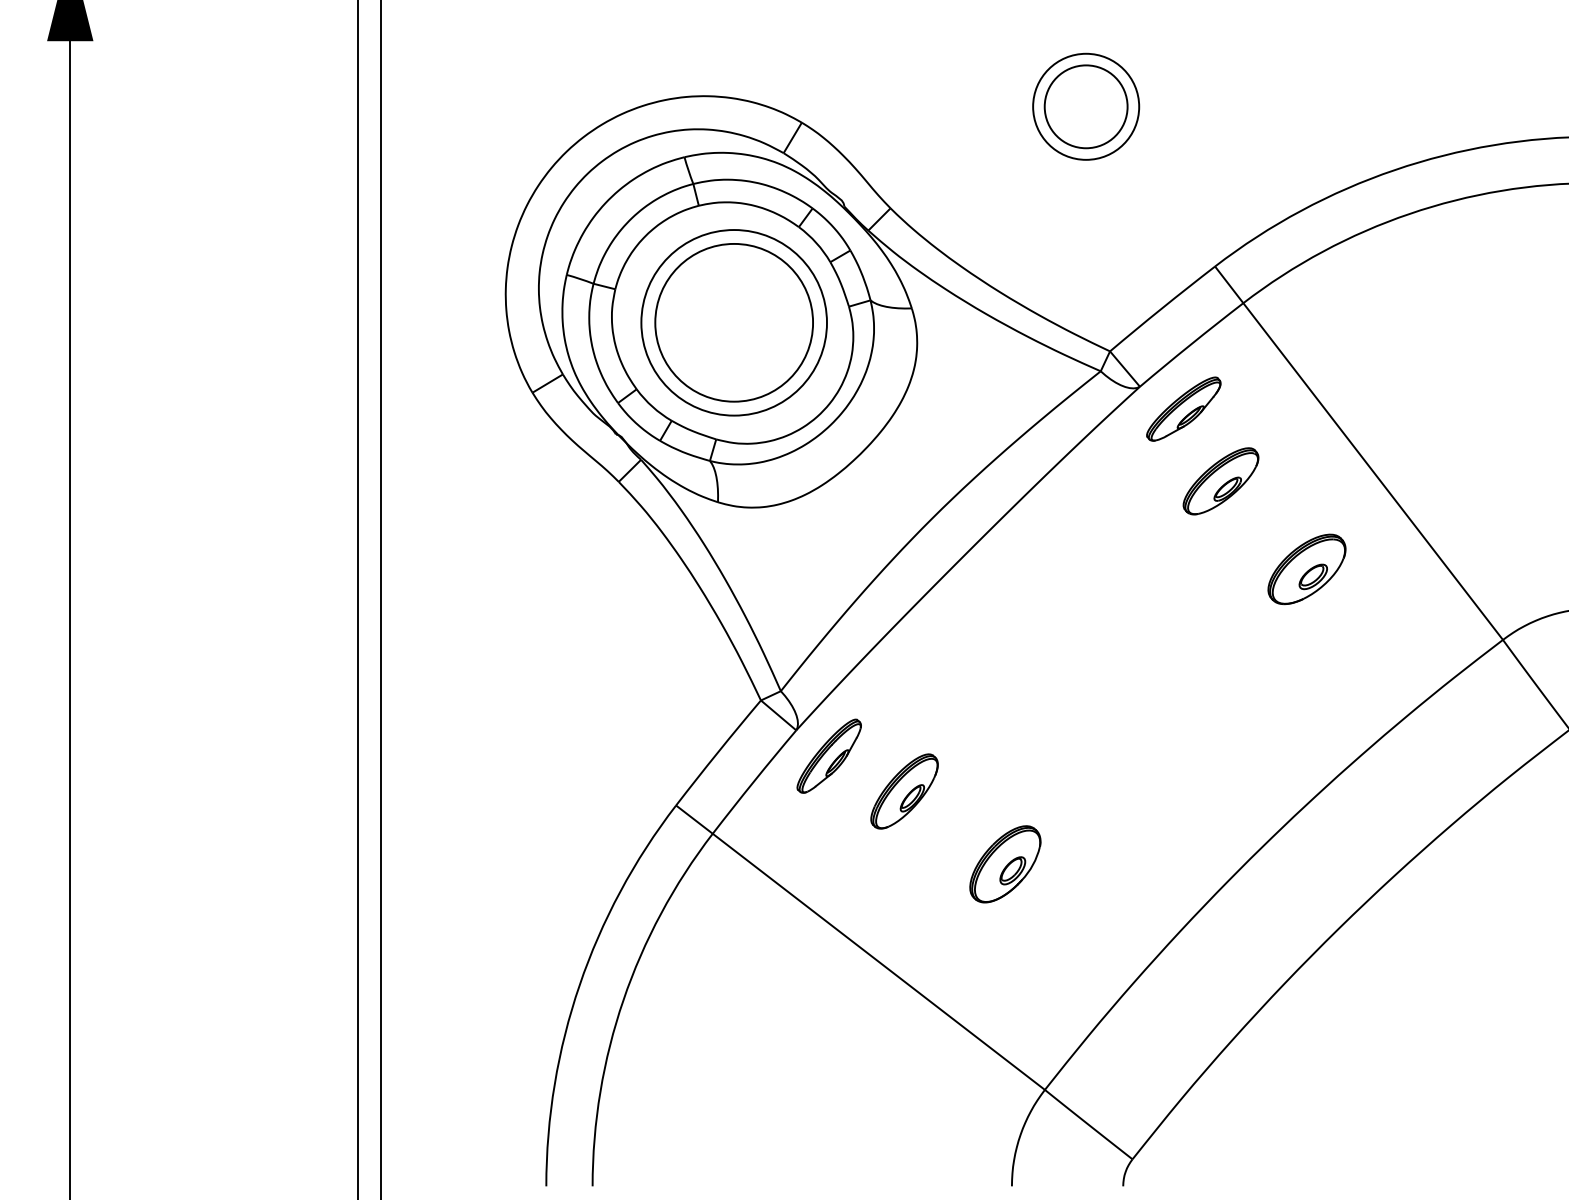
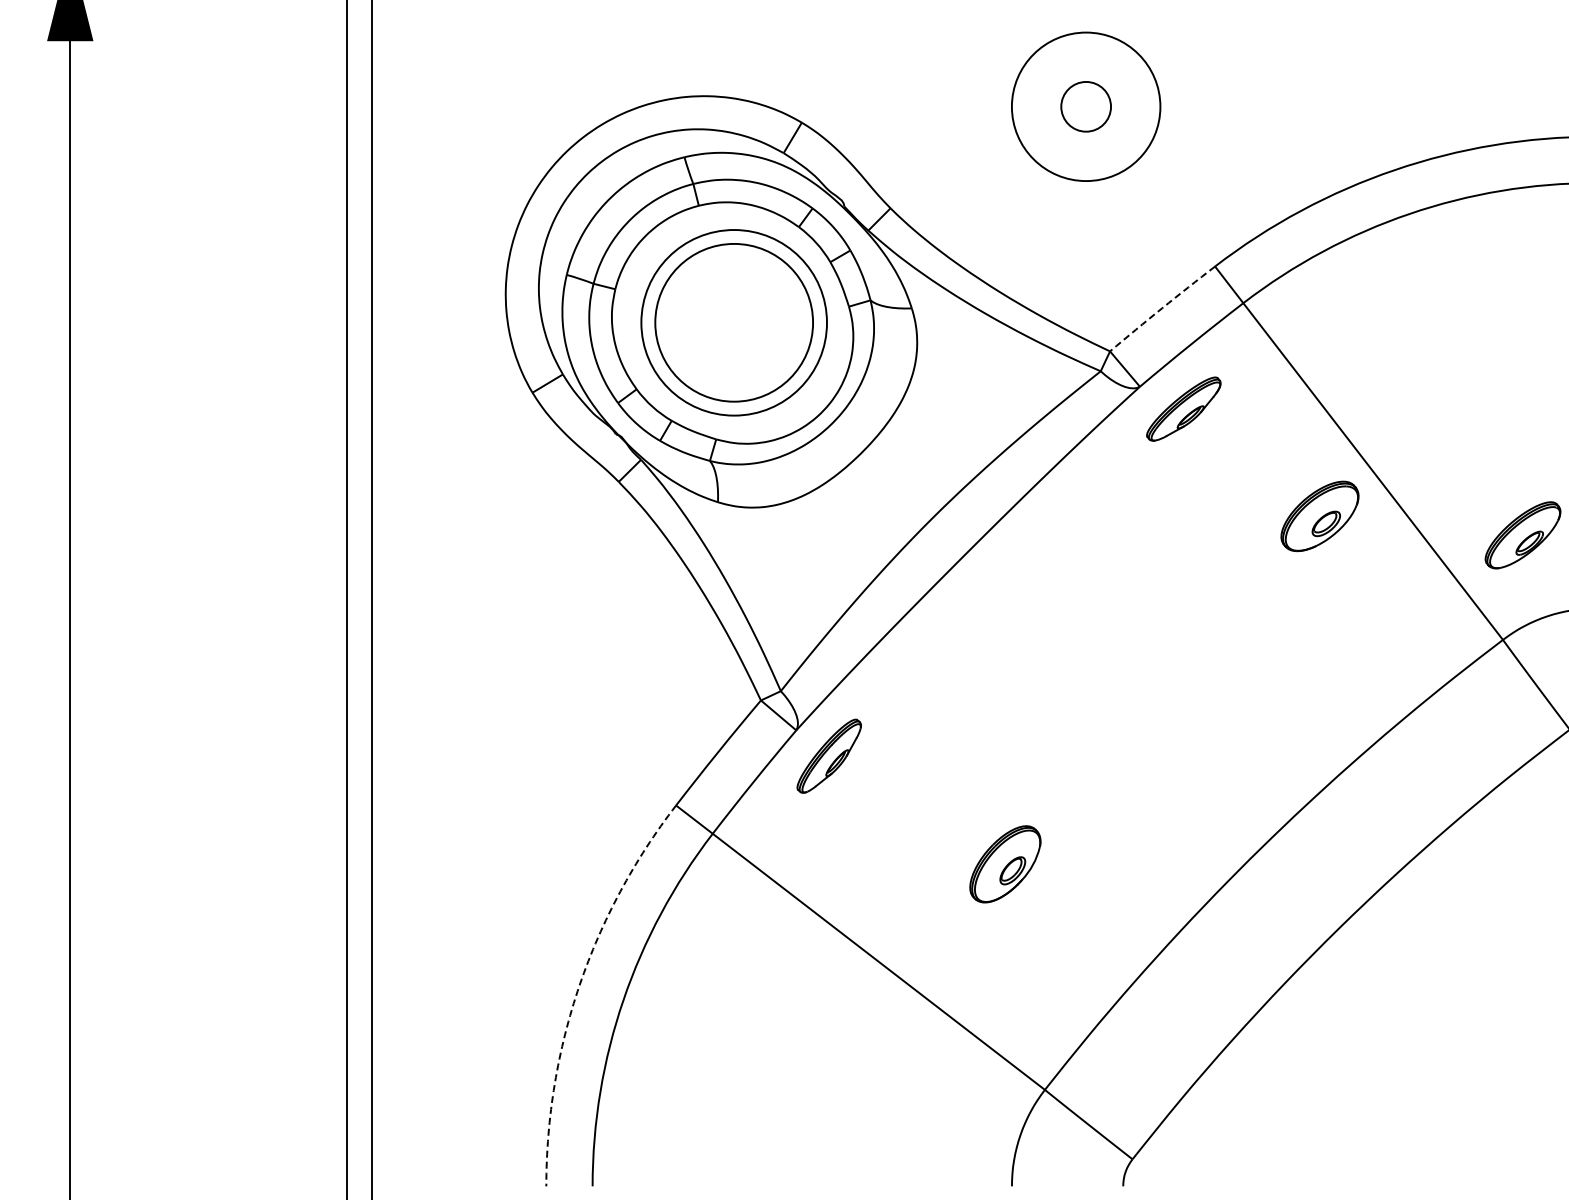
circle at (1085, 106) diameter: 83 px -> 50 px
circle at (1086, 106) diameter: 106 px -> 148 px
arc at (1162, 308): solid -> dashed
part at (1220, 481) position: (1220, 481) -> (1522, 535)
part at (1306, 569) position: (1306, 569) -> (1319, 516)
line at (357, 599) position: (357, 599) -> (346, 599)
line at (381, 599) position: (381, 599) -> (372, 599)
part at (904, 791): present -> none
arc at (579, 985): solid -> dashed
